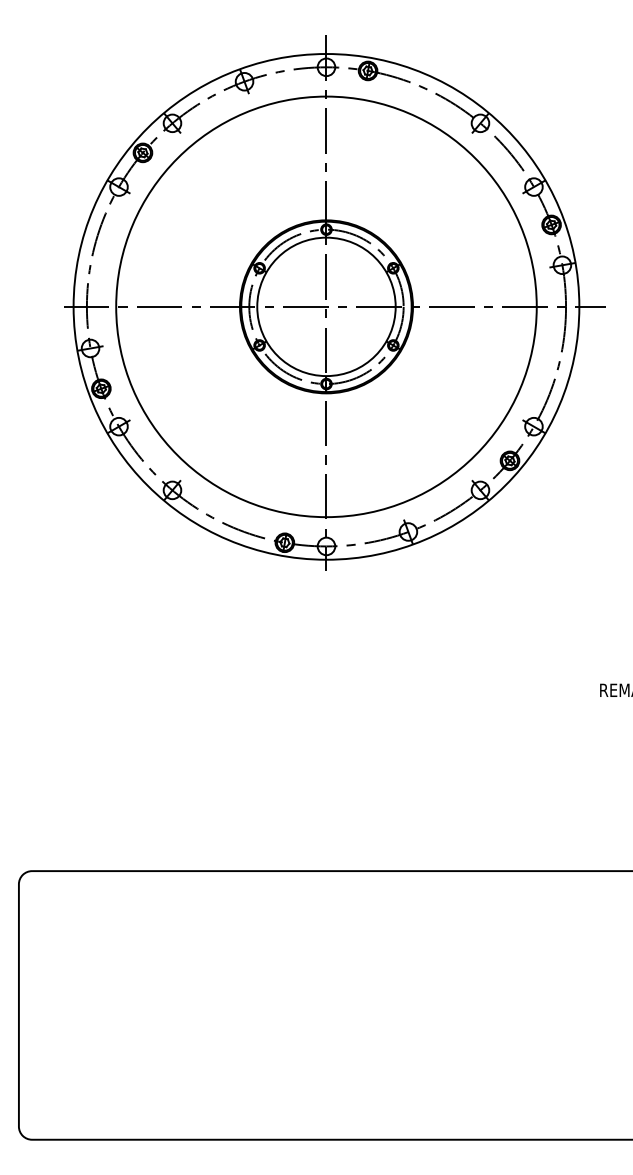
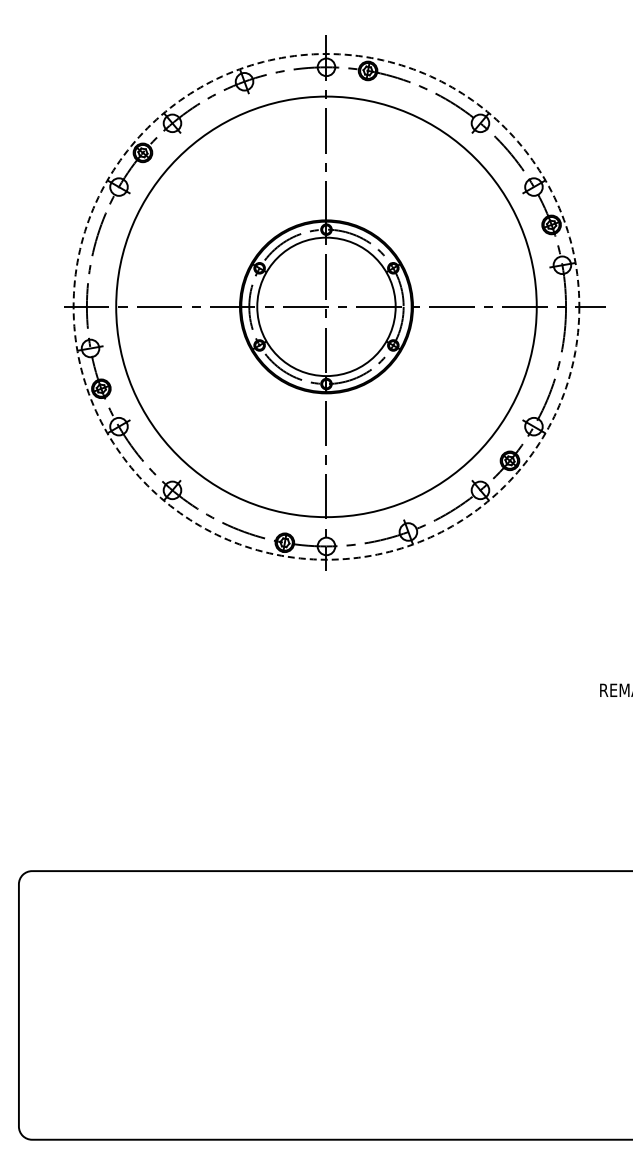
circle at (326, 306): solid -> dashed
